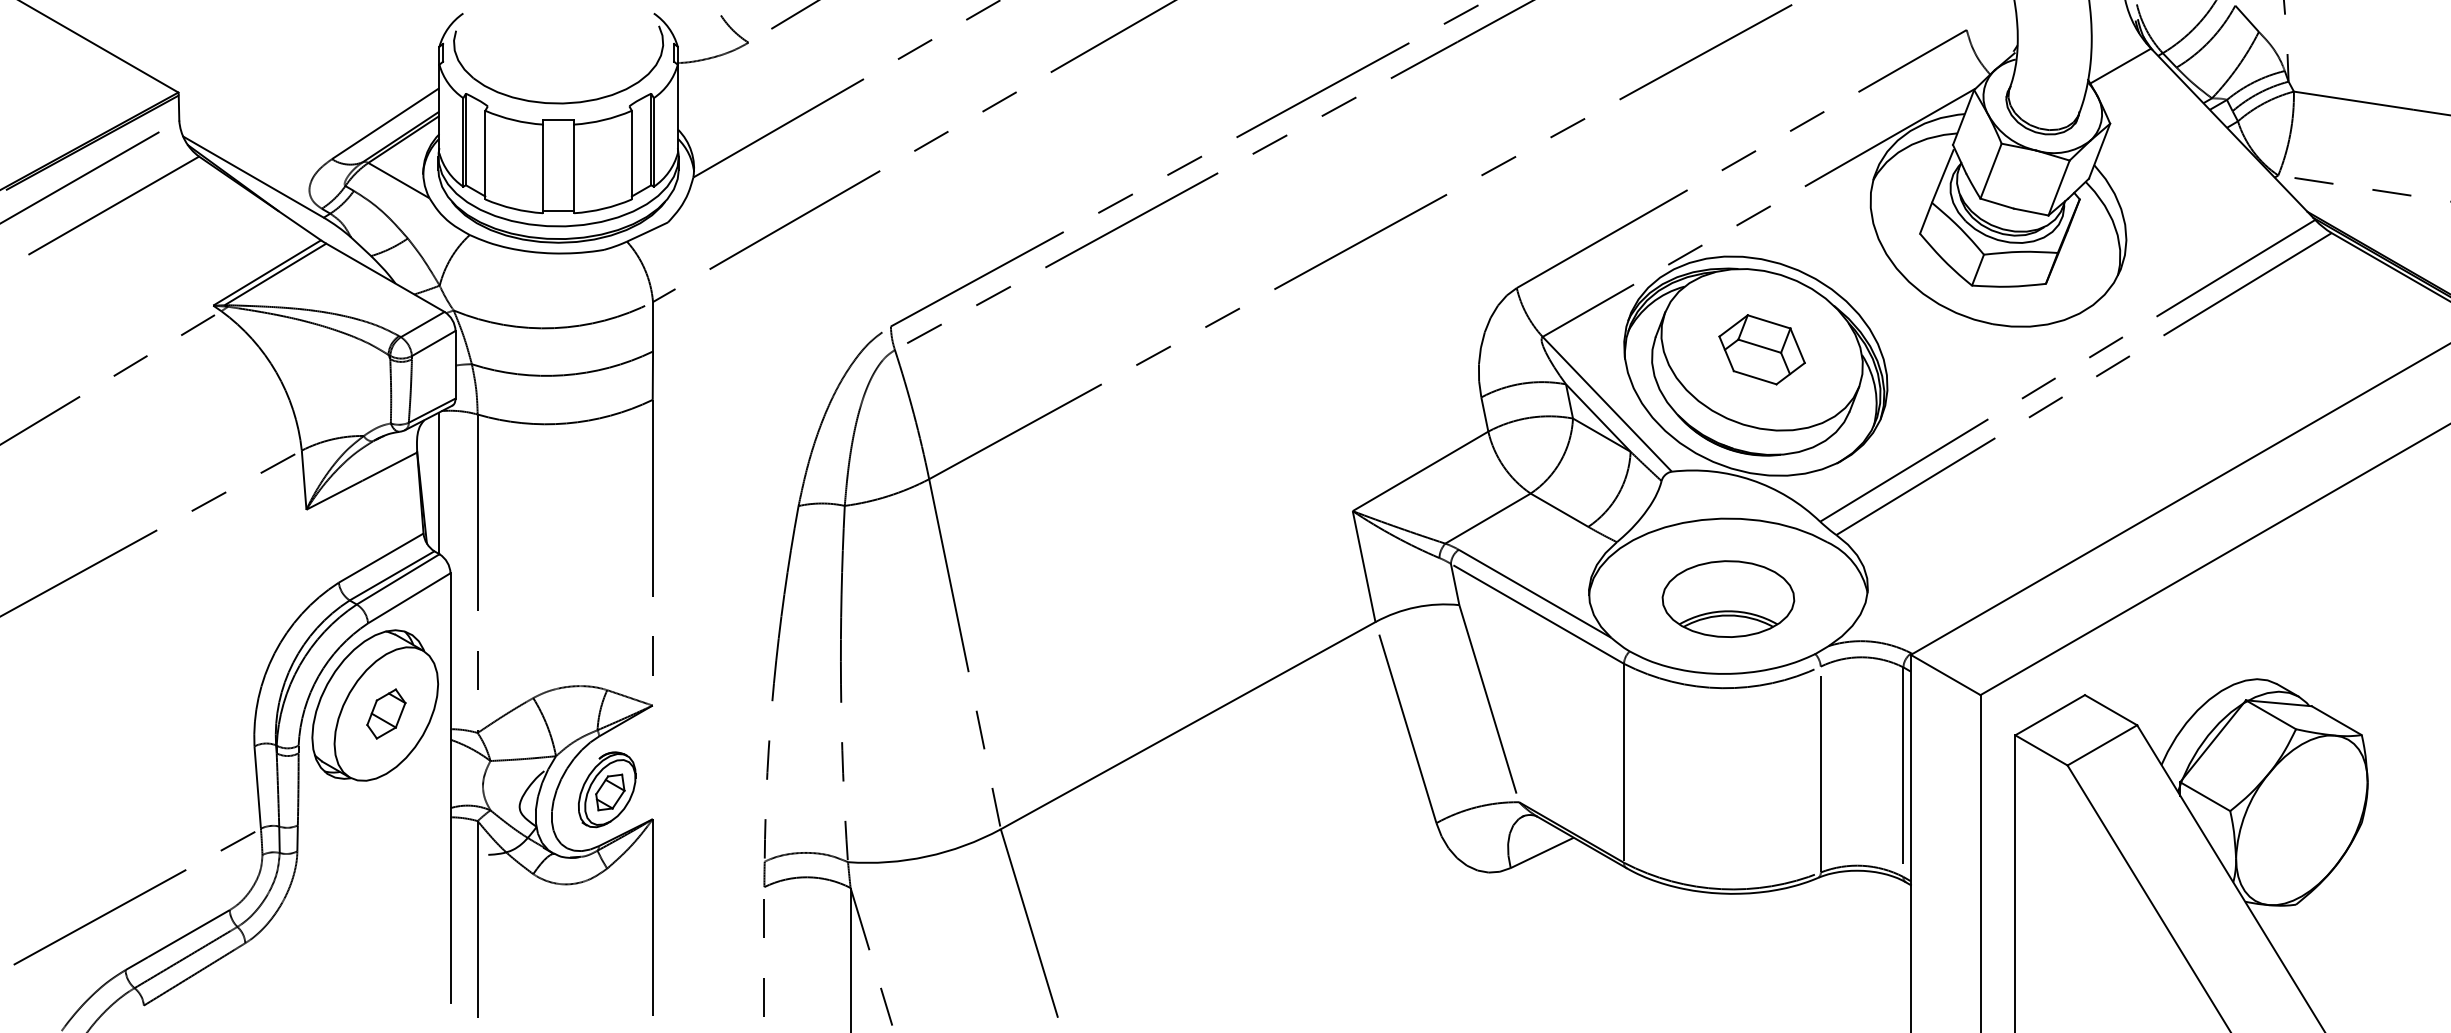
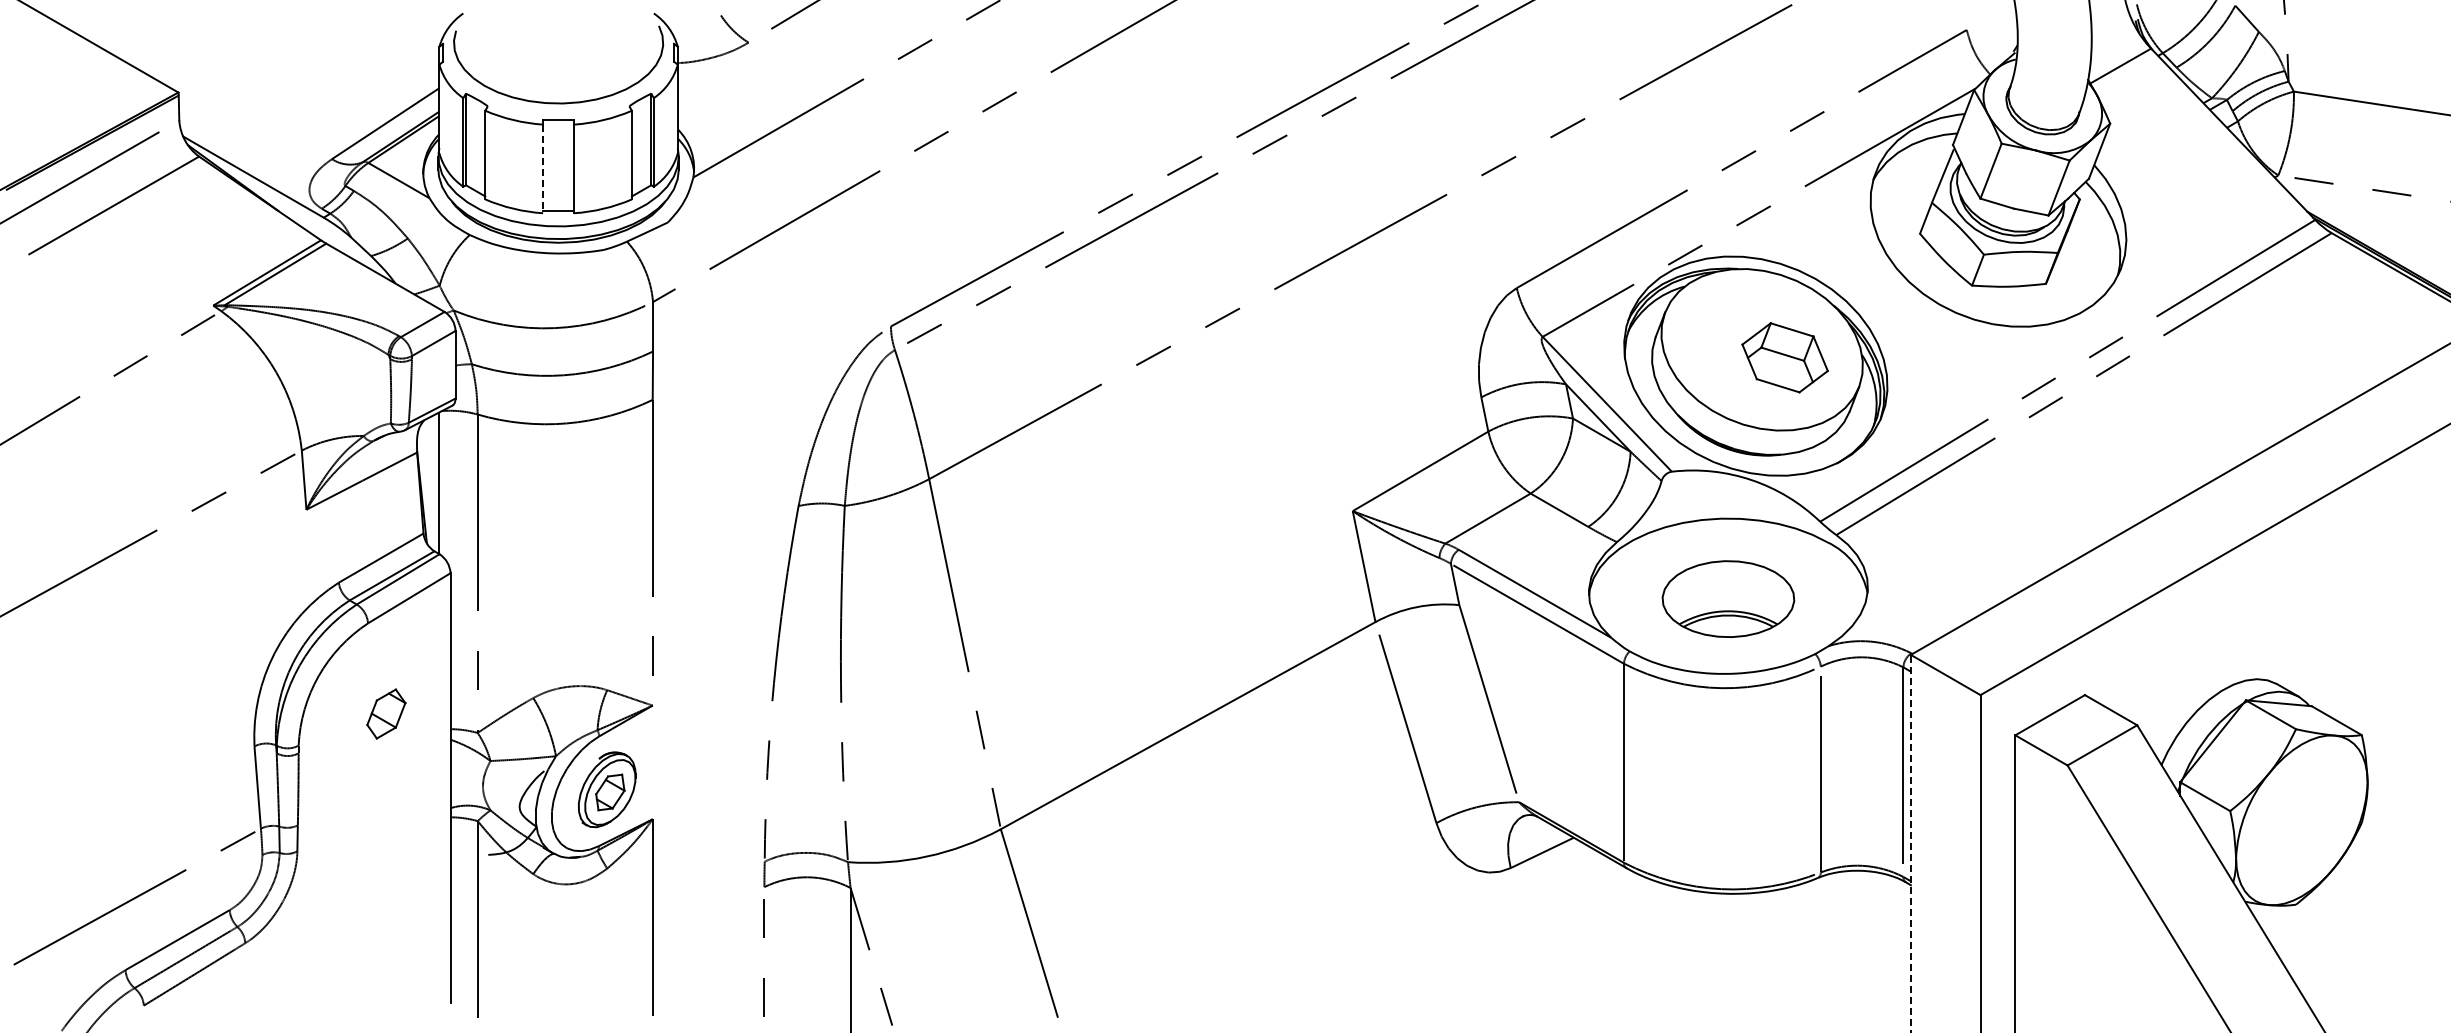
line at (543, 169): solid -> dashed
part at (1761, 349) position: (1761, 349) -> (1784, 357)
part at (375, 705): present -> none
line at (1910, 843): solid -> dashed
